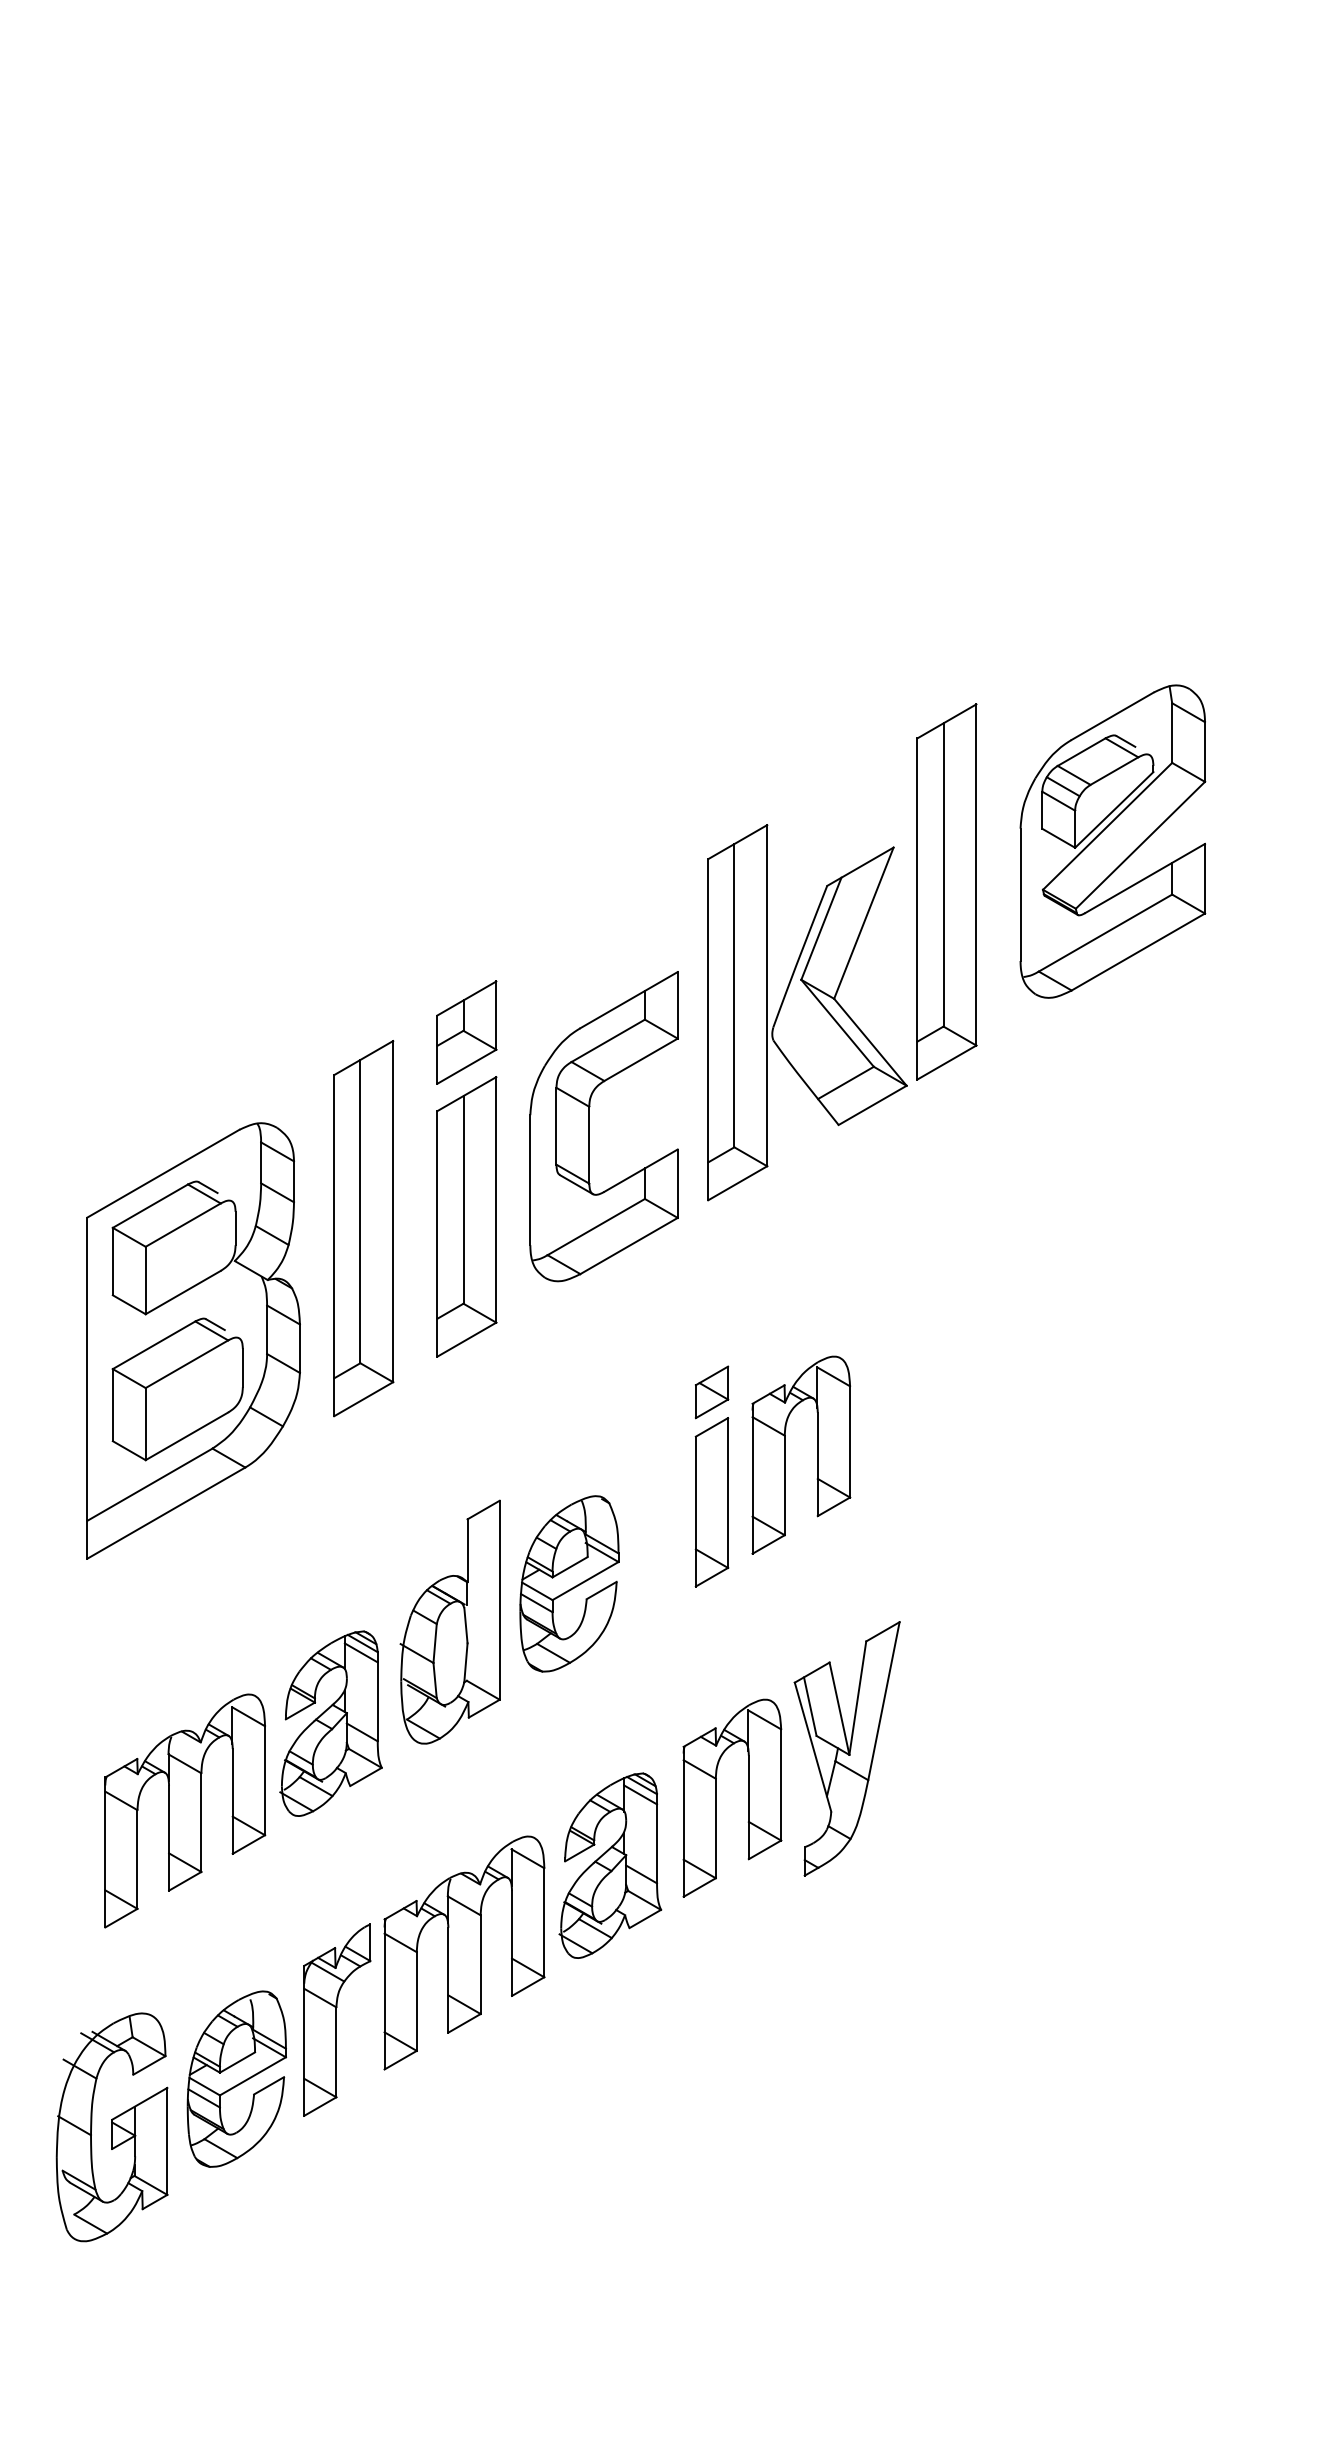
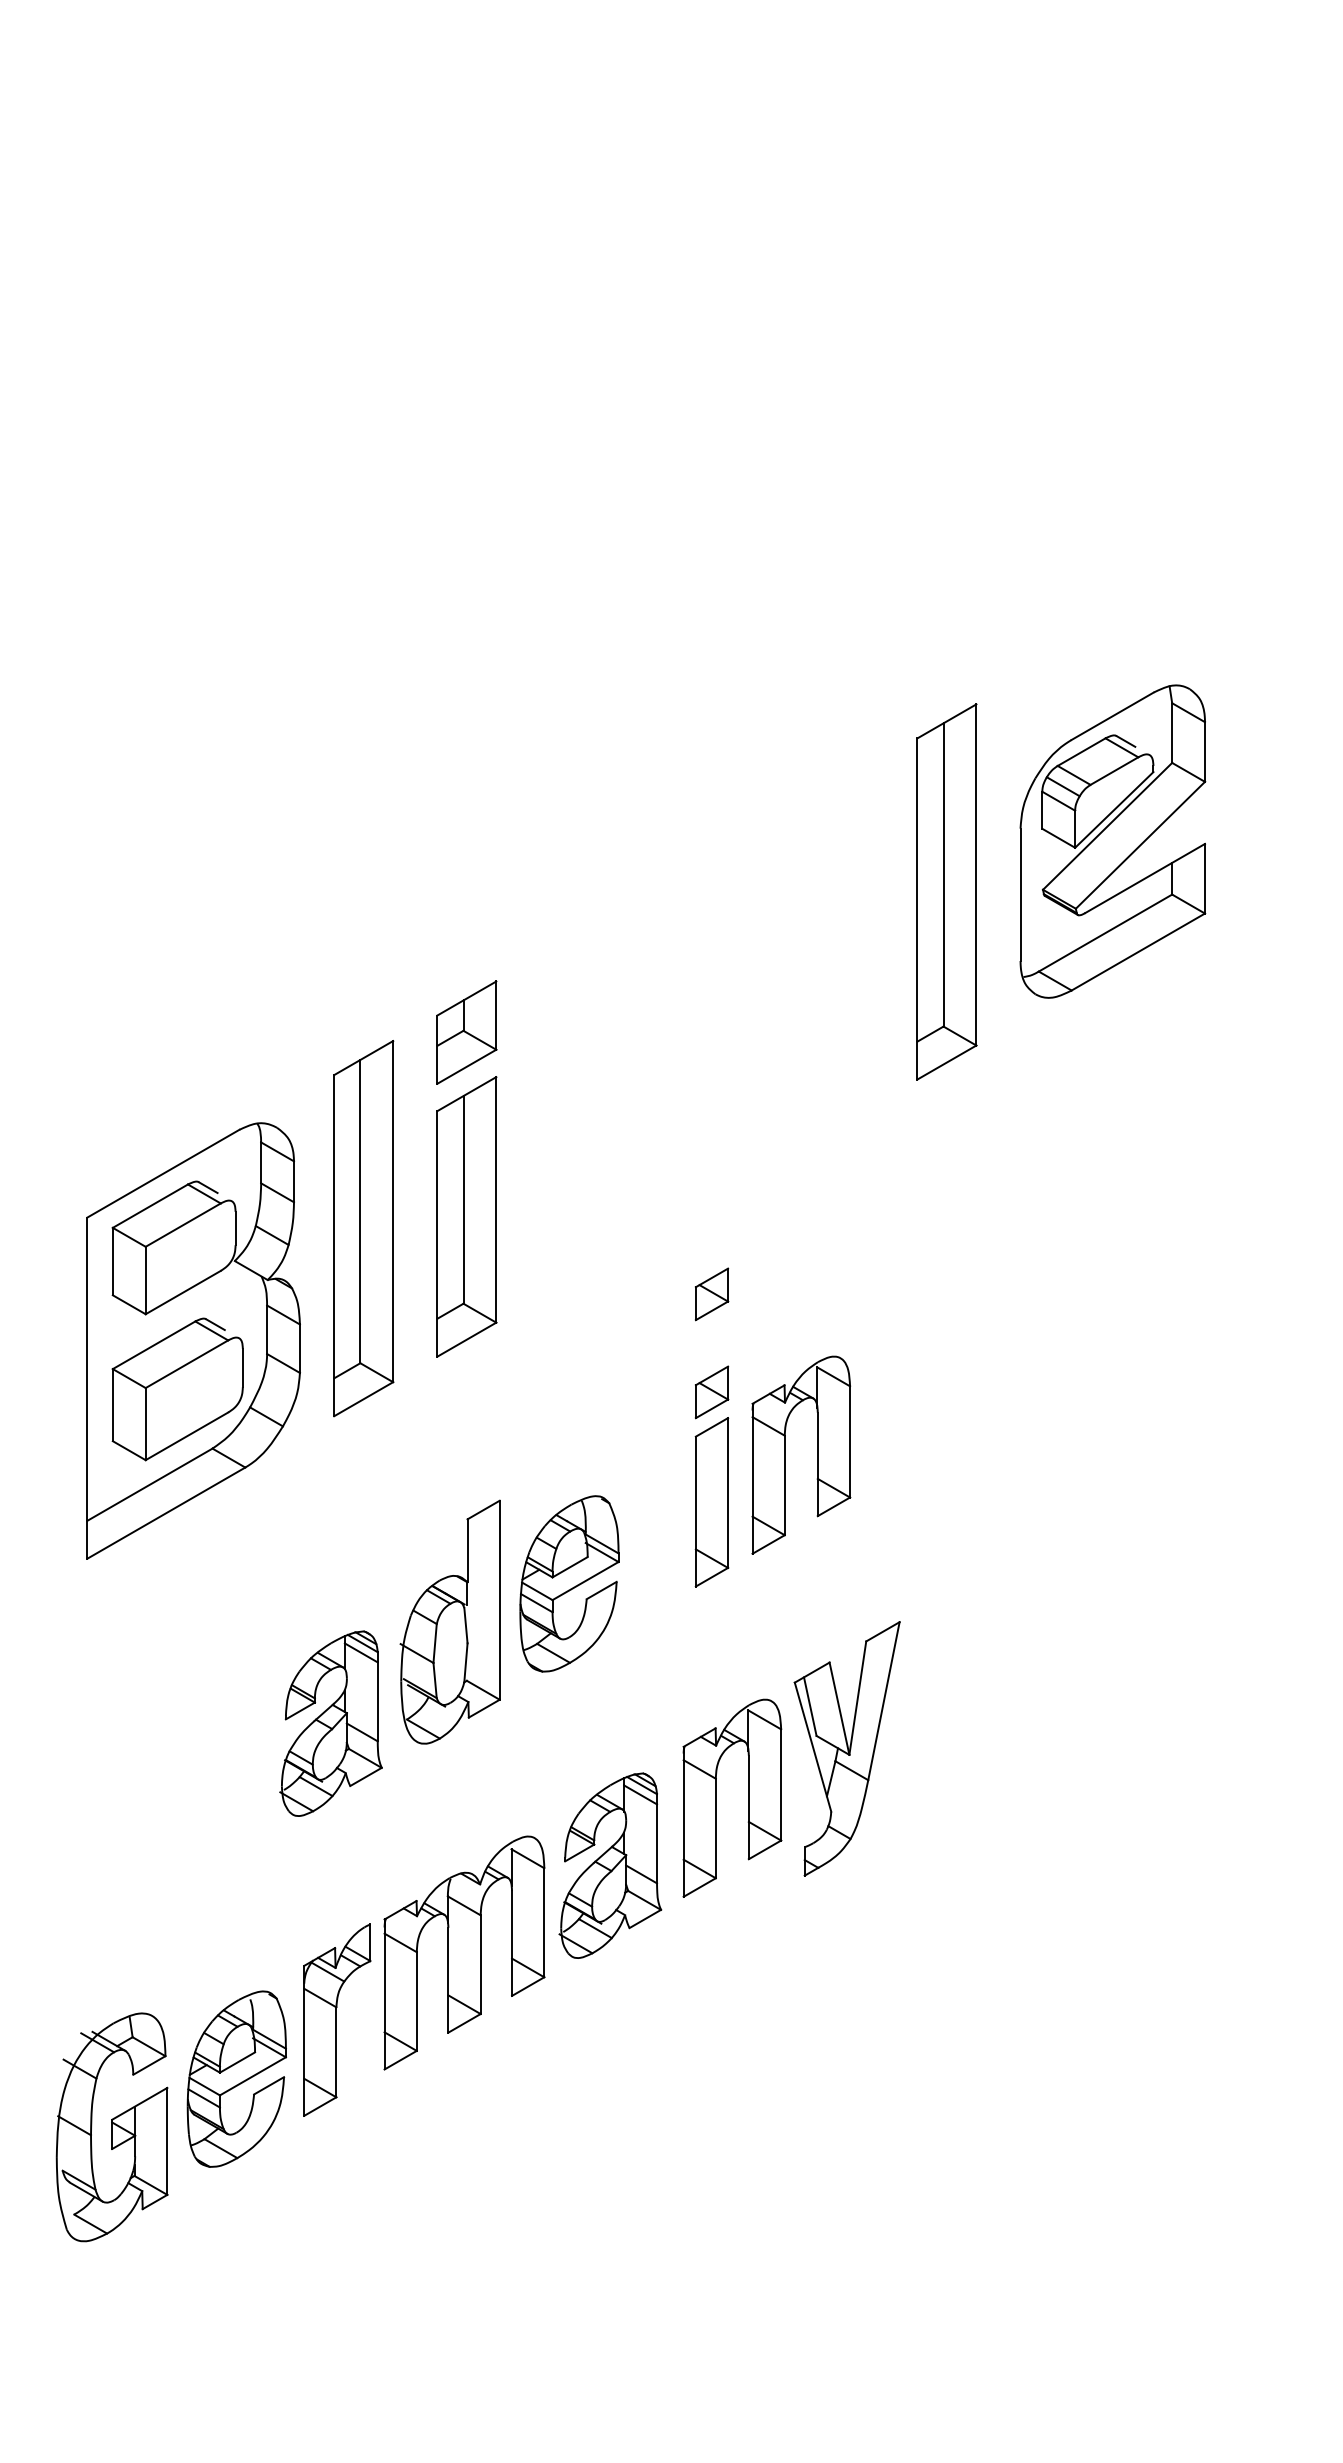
part at (807, 1012): present -> none
part at (589, 1126): present -> none
part at (711, 1294): none -> present
part at (185, 1810): present -> none
